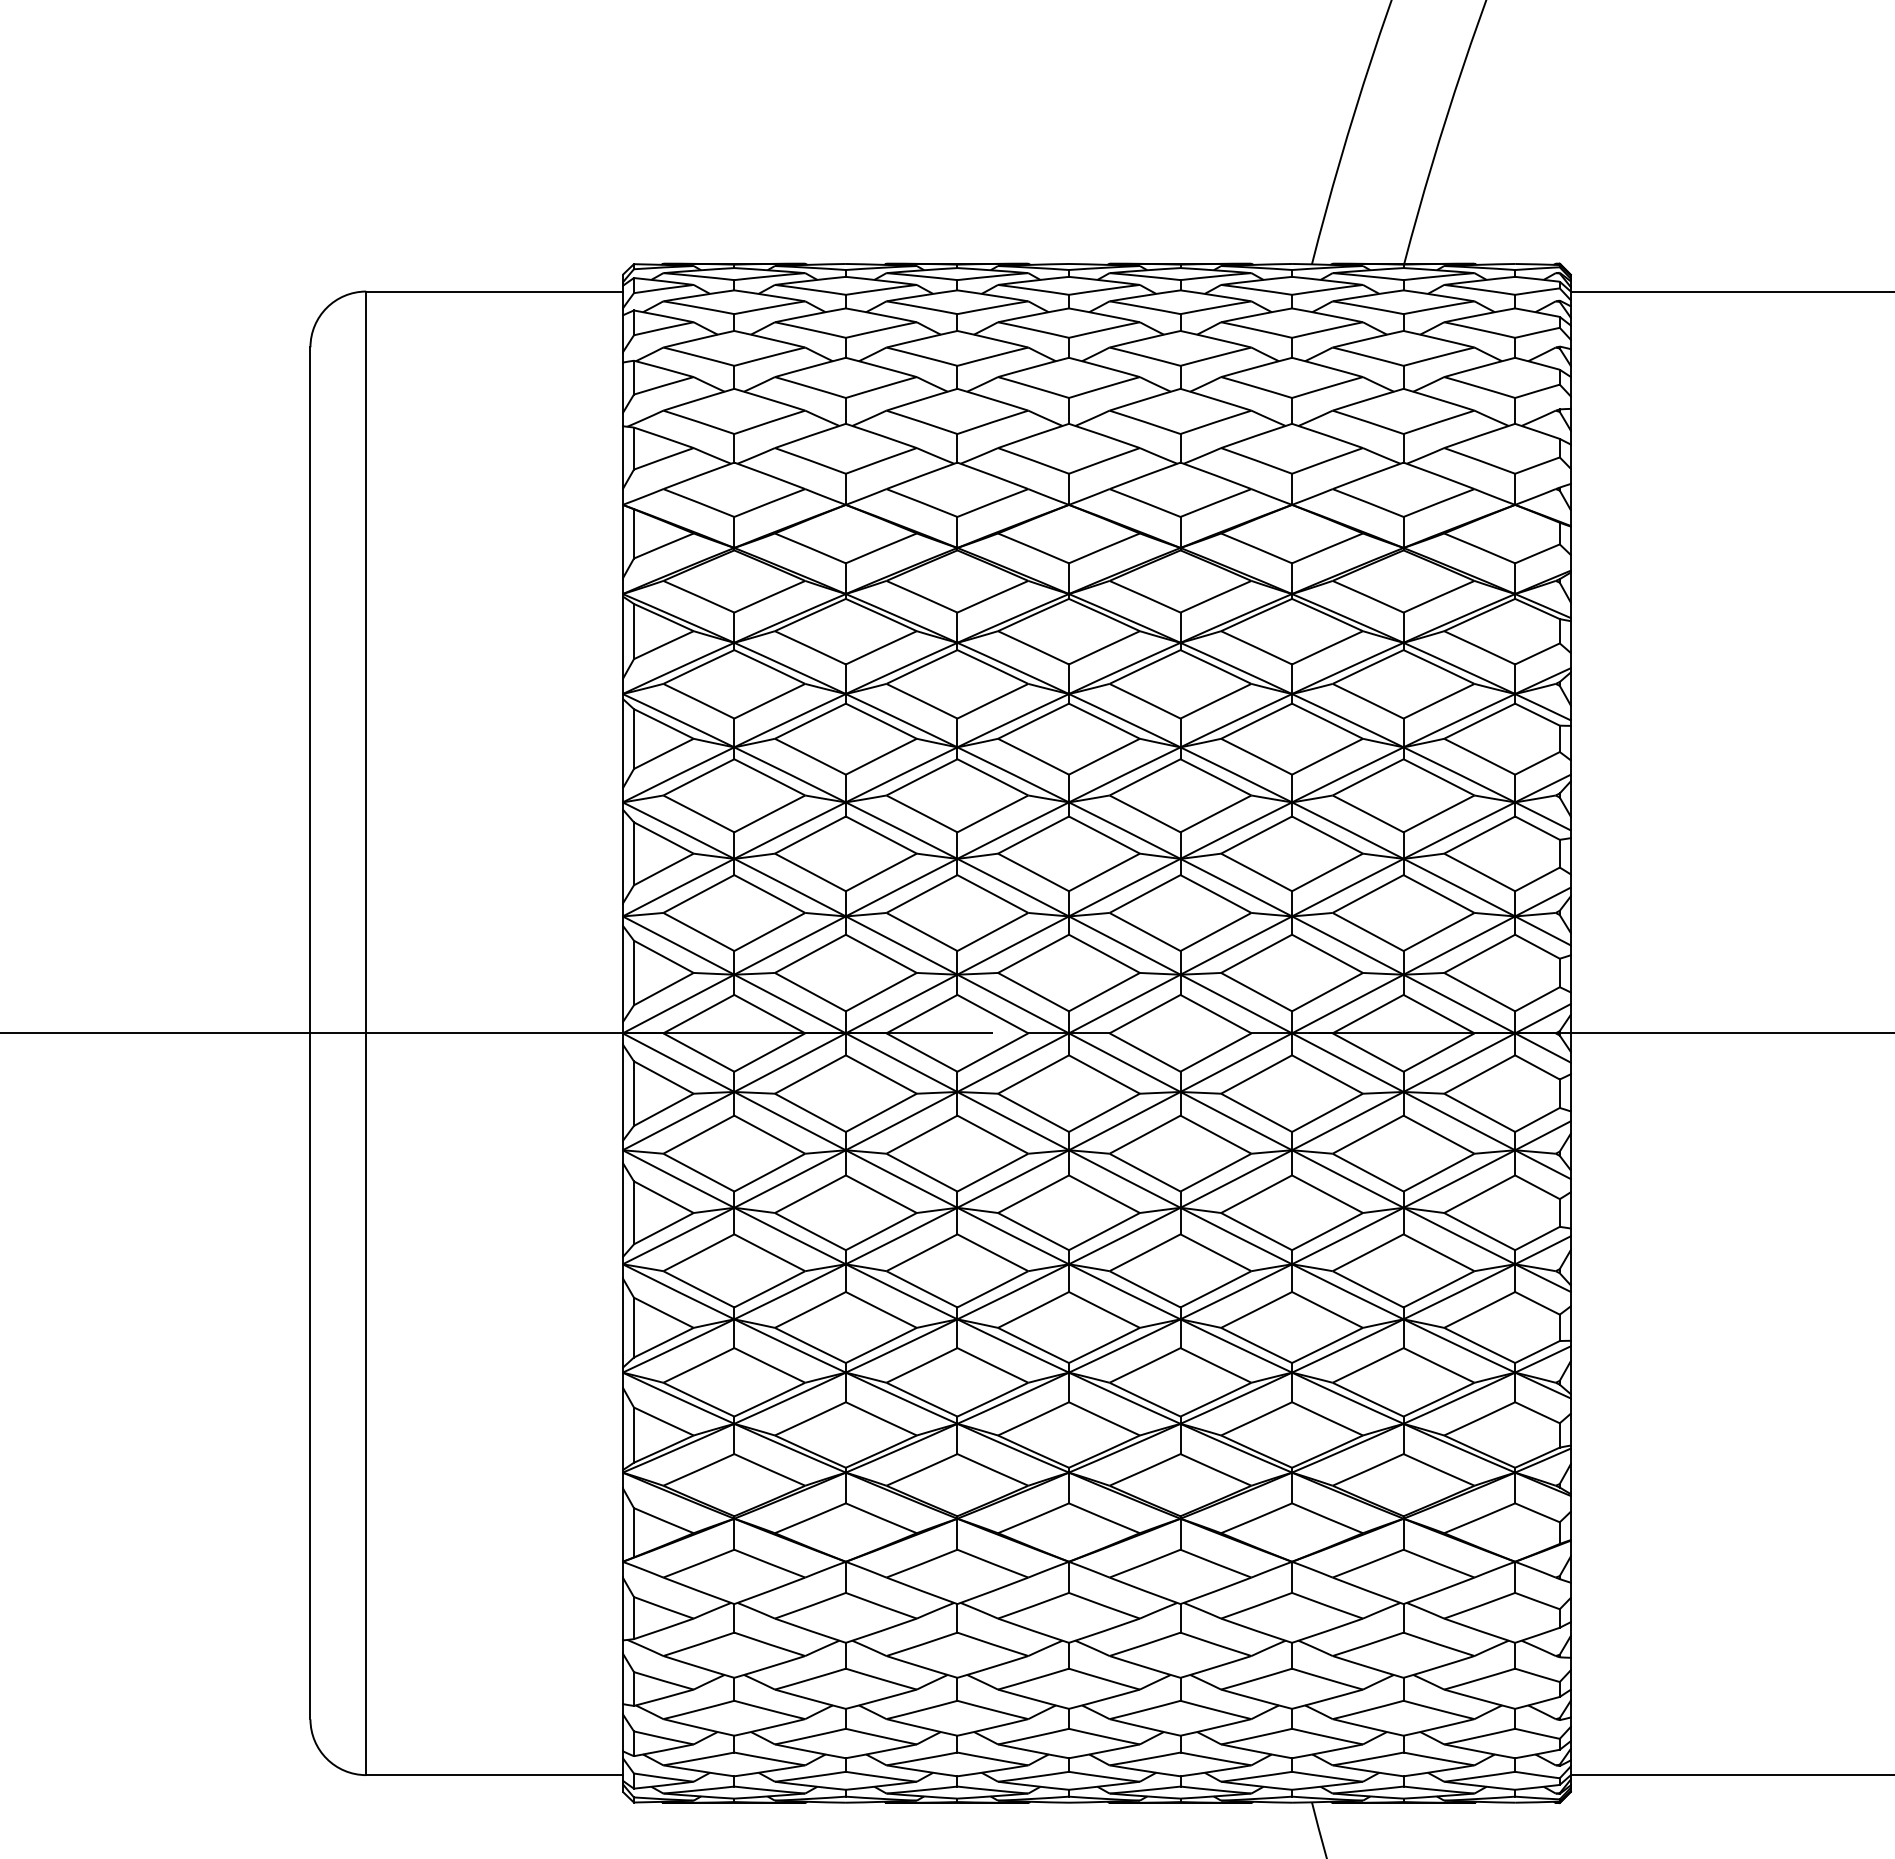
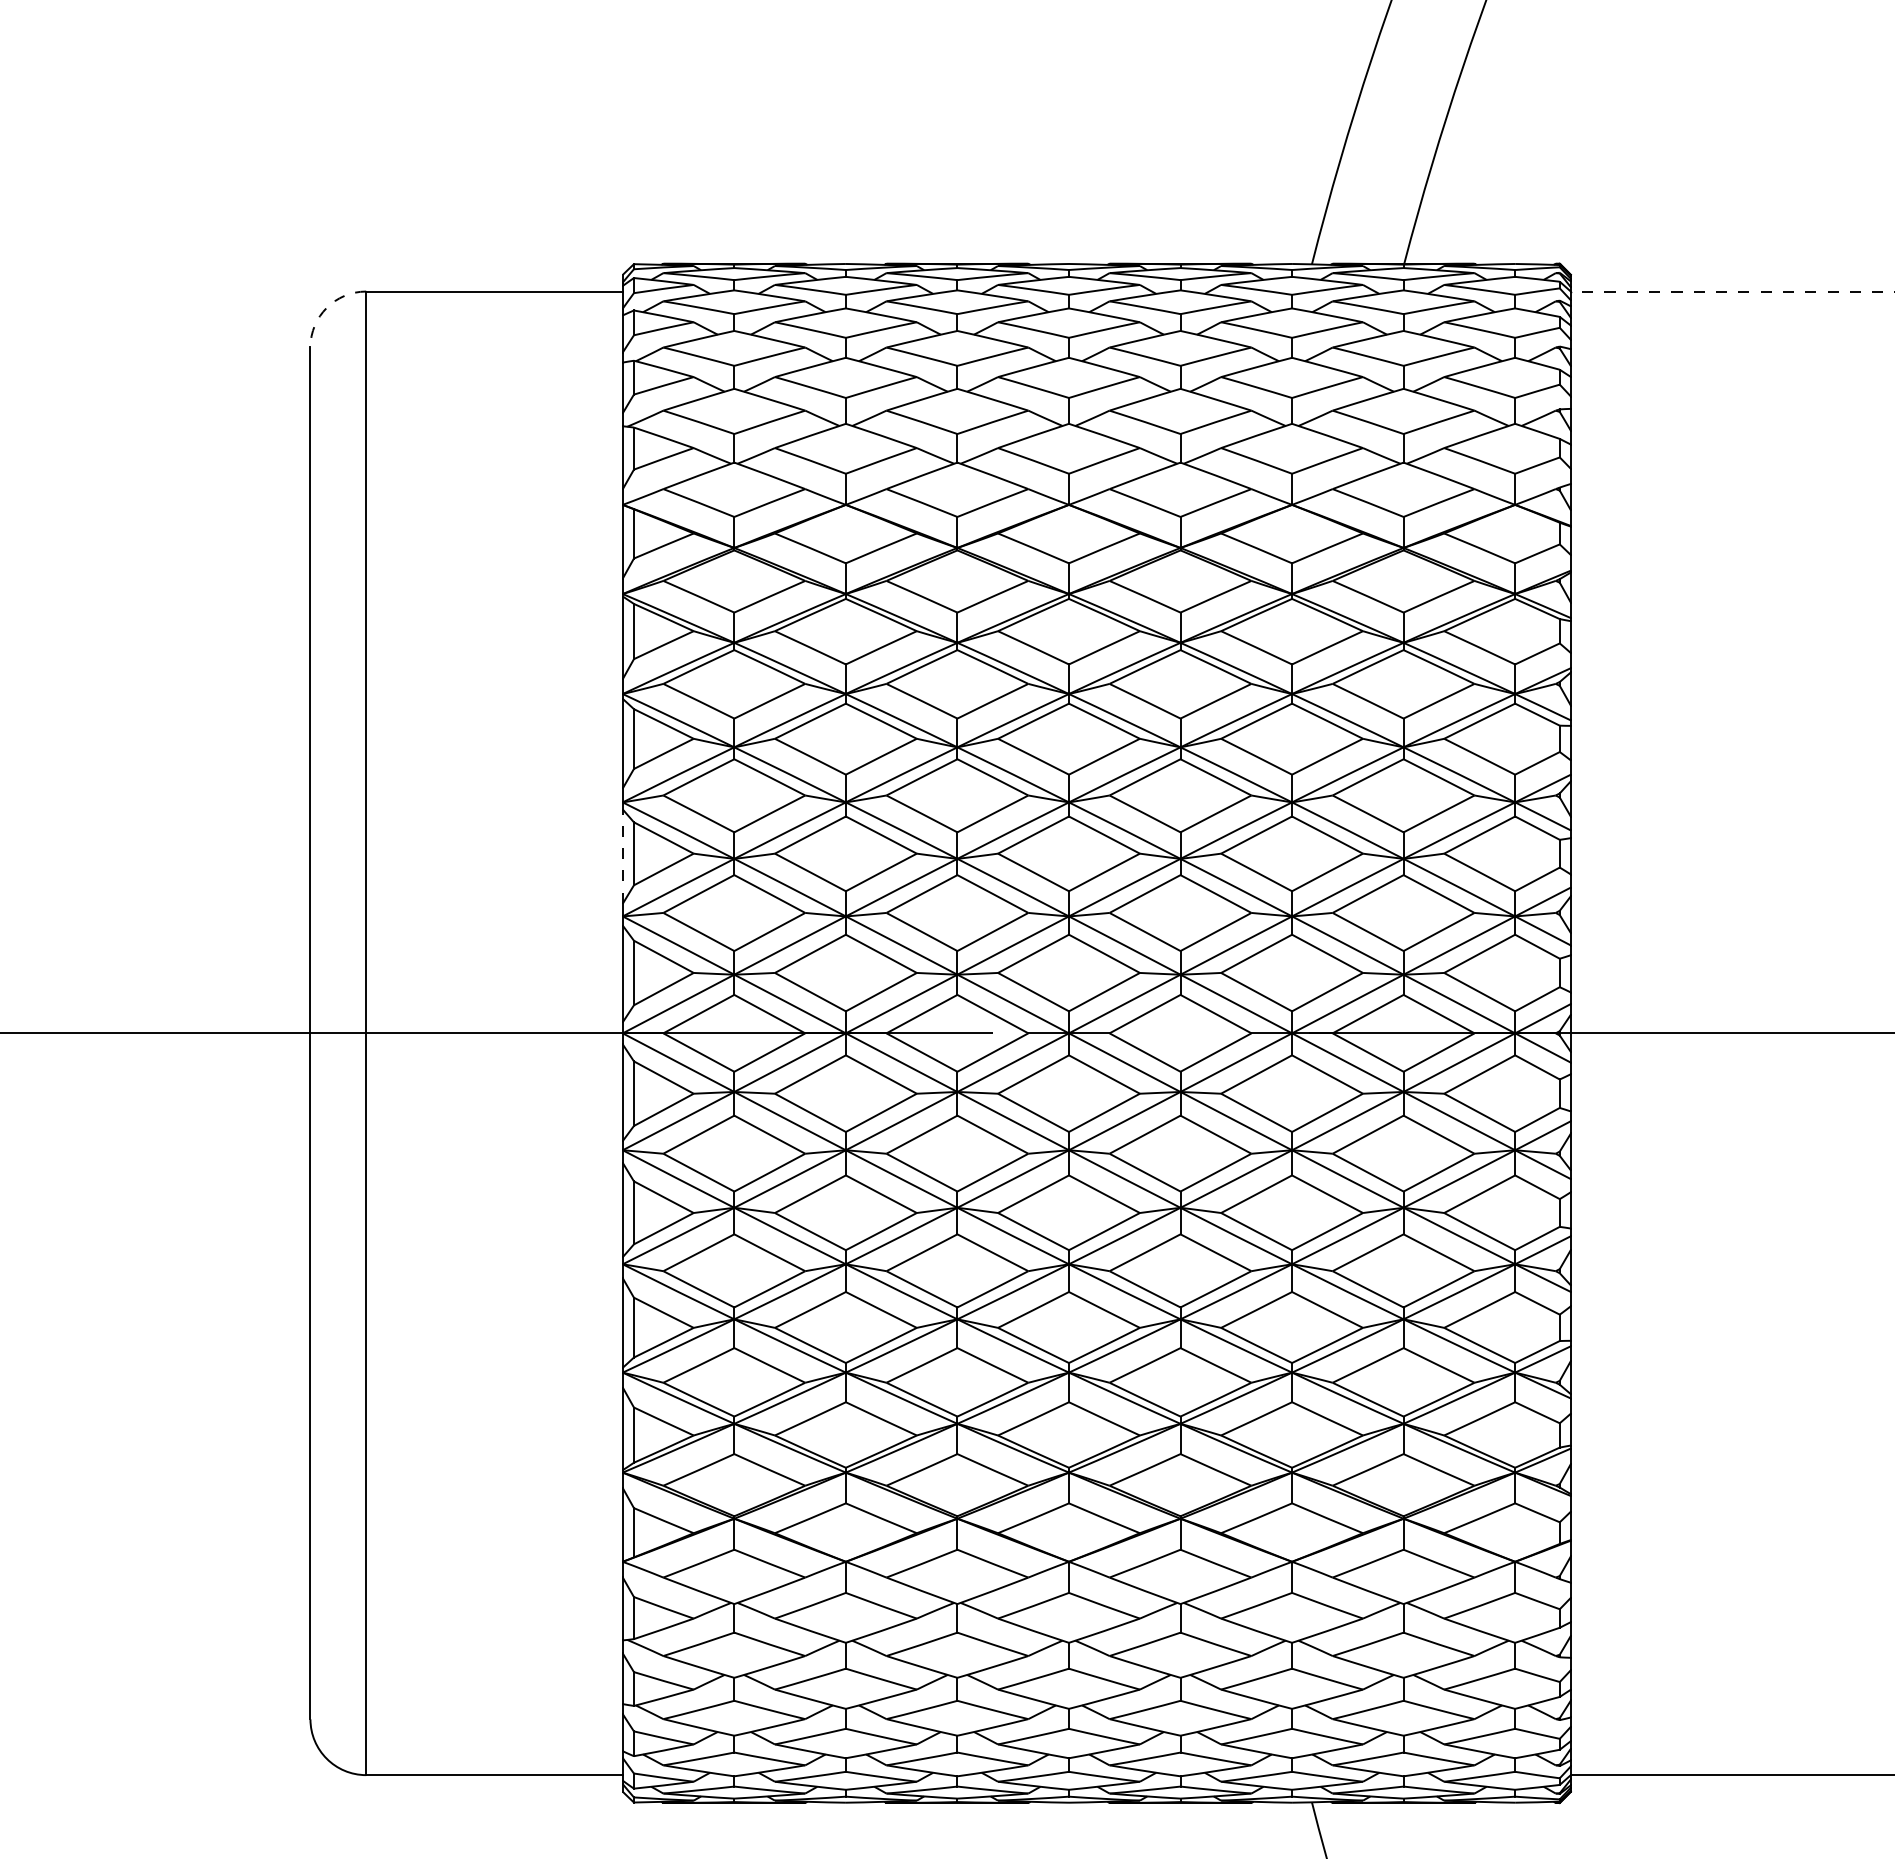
line at (1732, 291): solid -> dashed
arc at (326, 307): solid -> dashed
line at (622, 856): solid -> dashed
